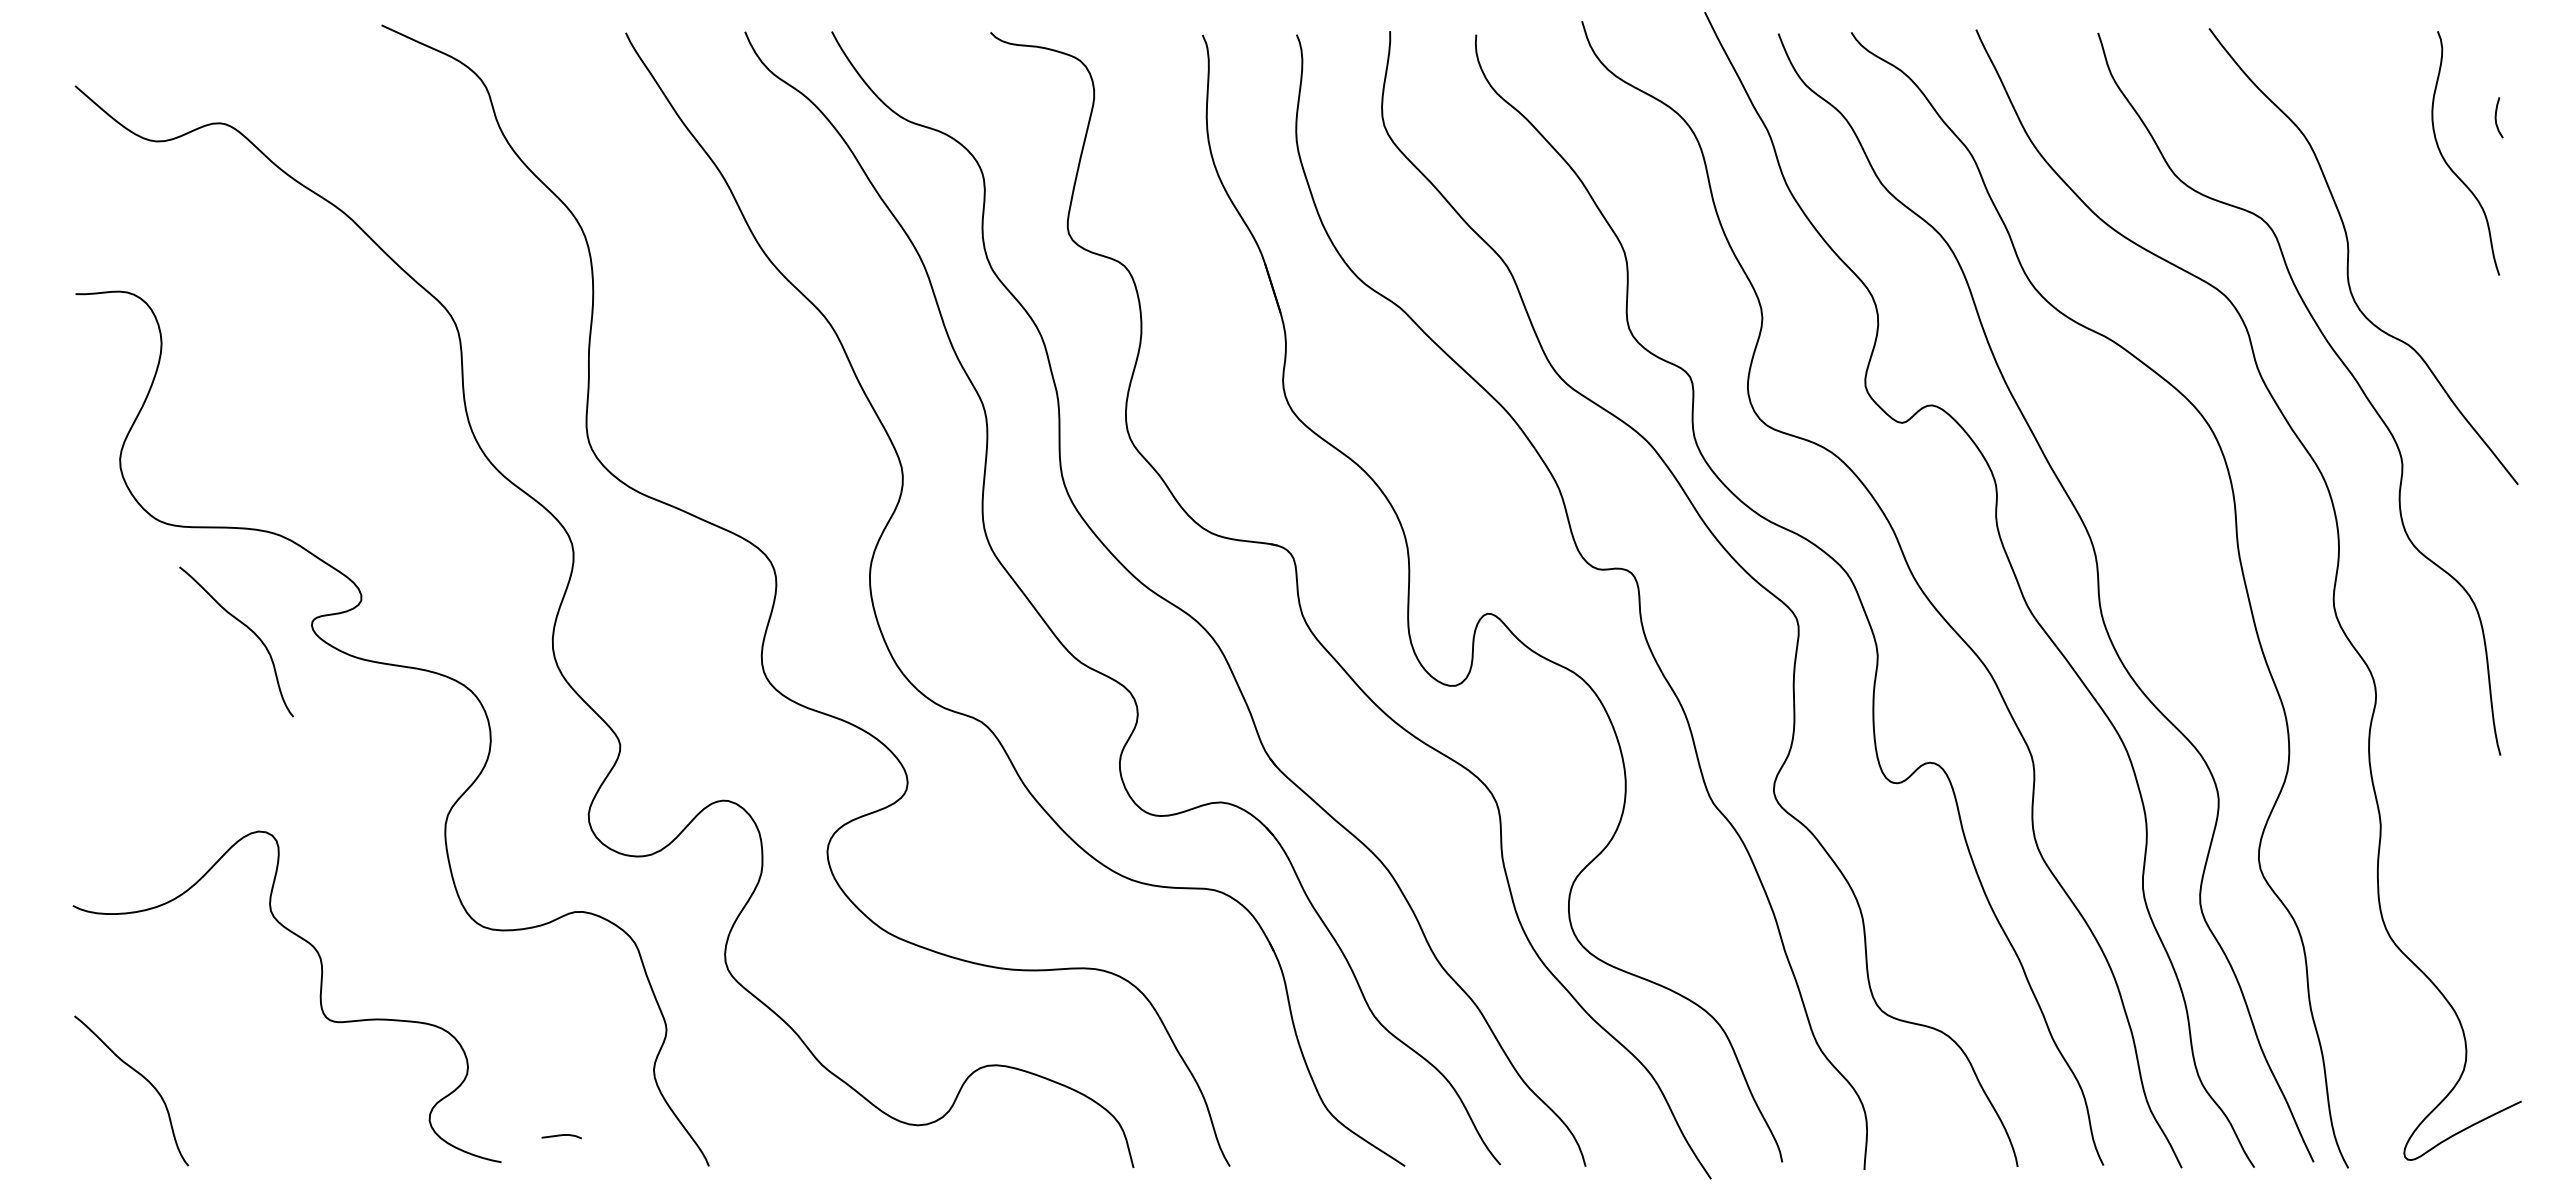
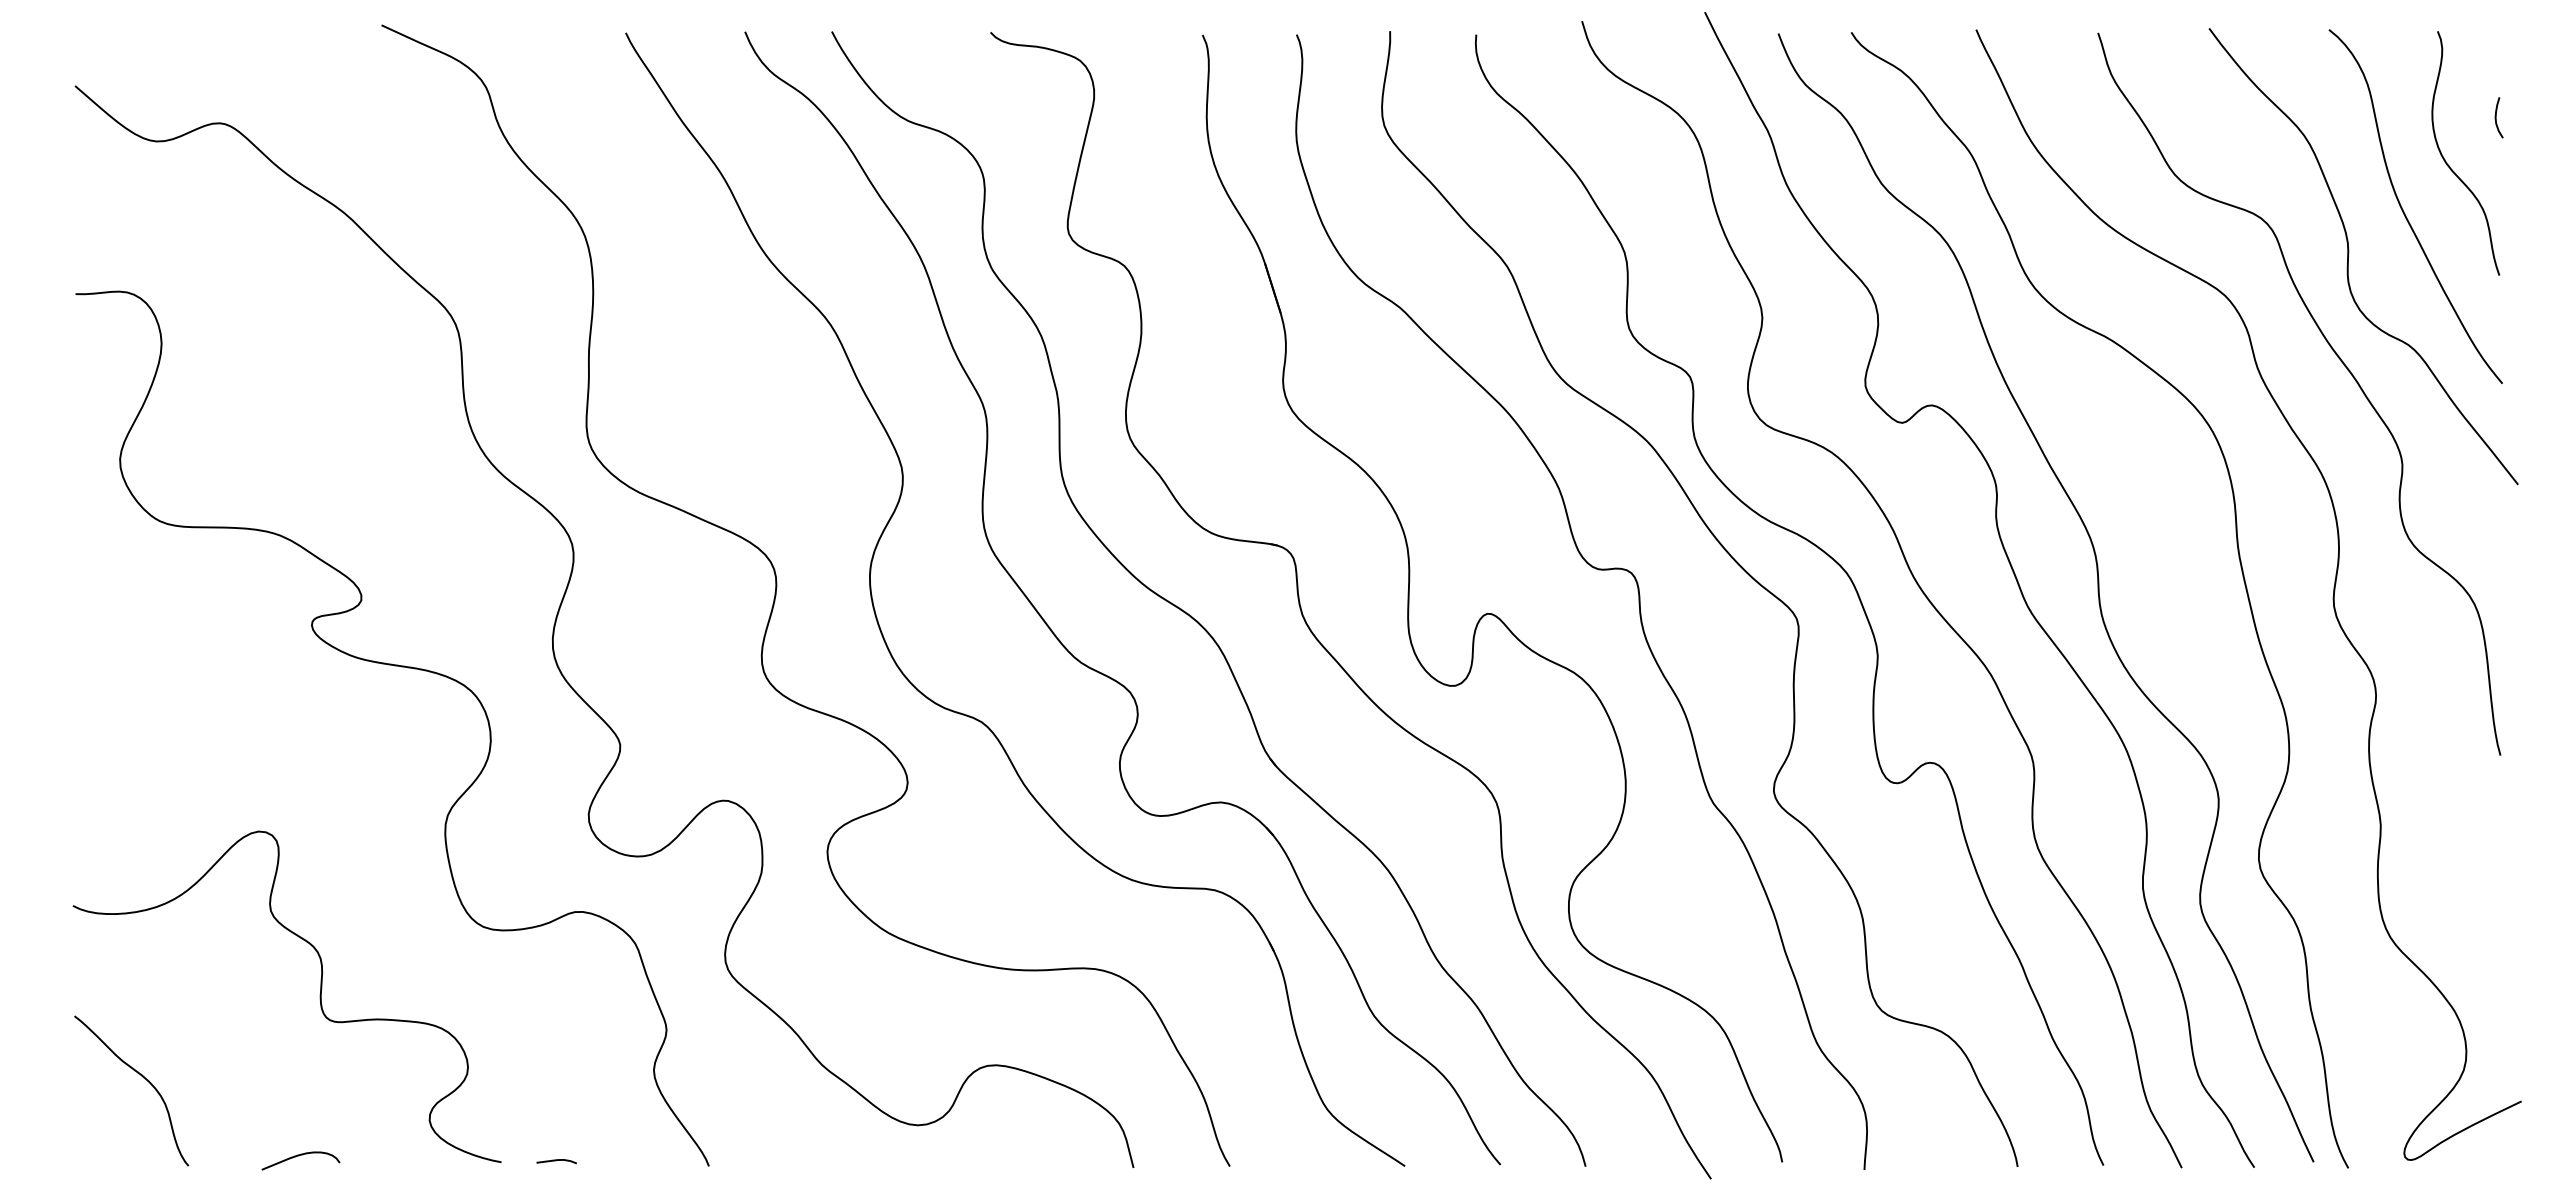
curve at (2404, 211): none -> present
curve at (248, 629): present -> none
line at (561, 1136) position: (561, 1136) -> (556, 1161)
curve at (298, 1156): none -> present
